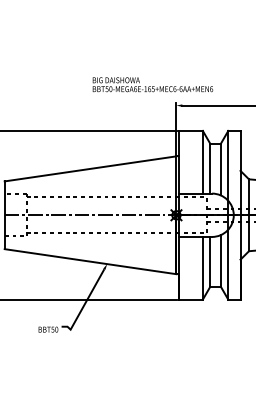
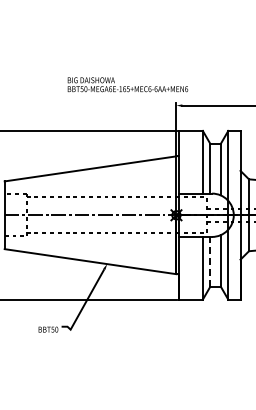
text at (152, 84) position: (152, 84) -> (127, 84)
line at (210, 261): solid -> dashed
